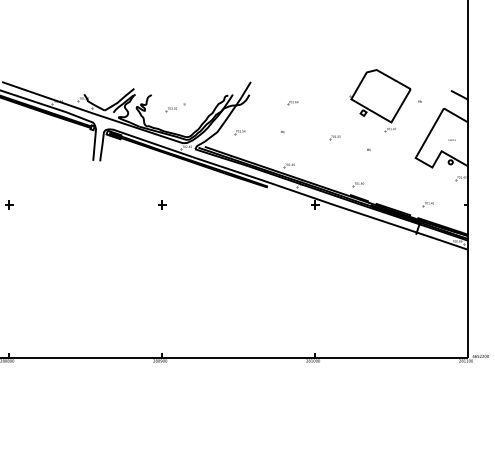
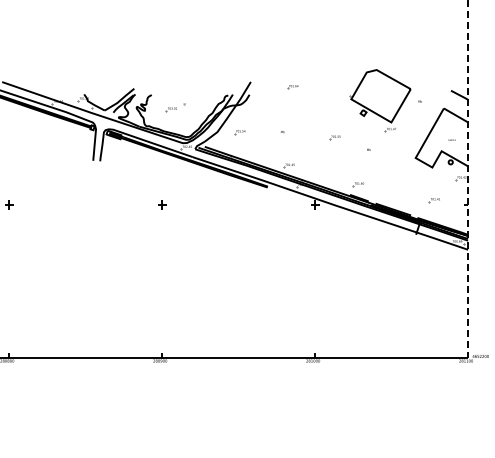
part at (292, 103) position: (292, 103) -> (292, 87)
line at (468, 179): solid -> dashed
part at (427, 204) position: (427, 204) -> (433, 200)
